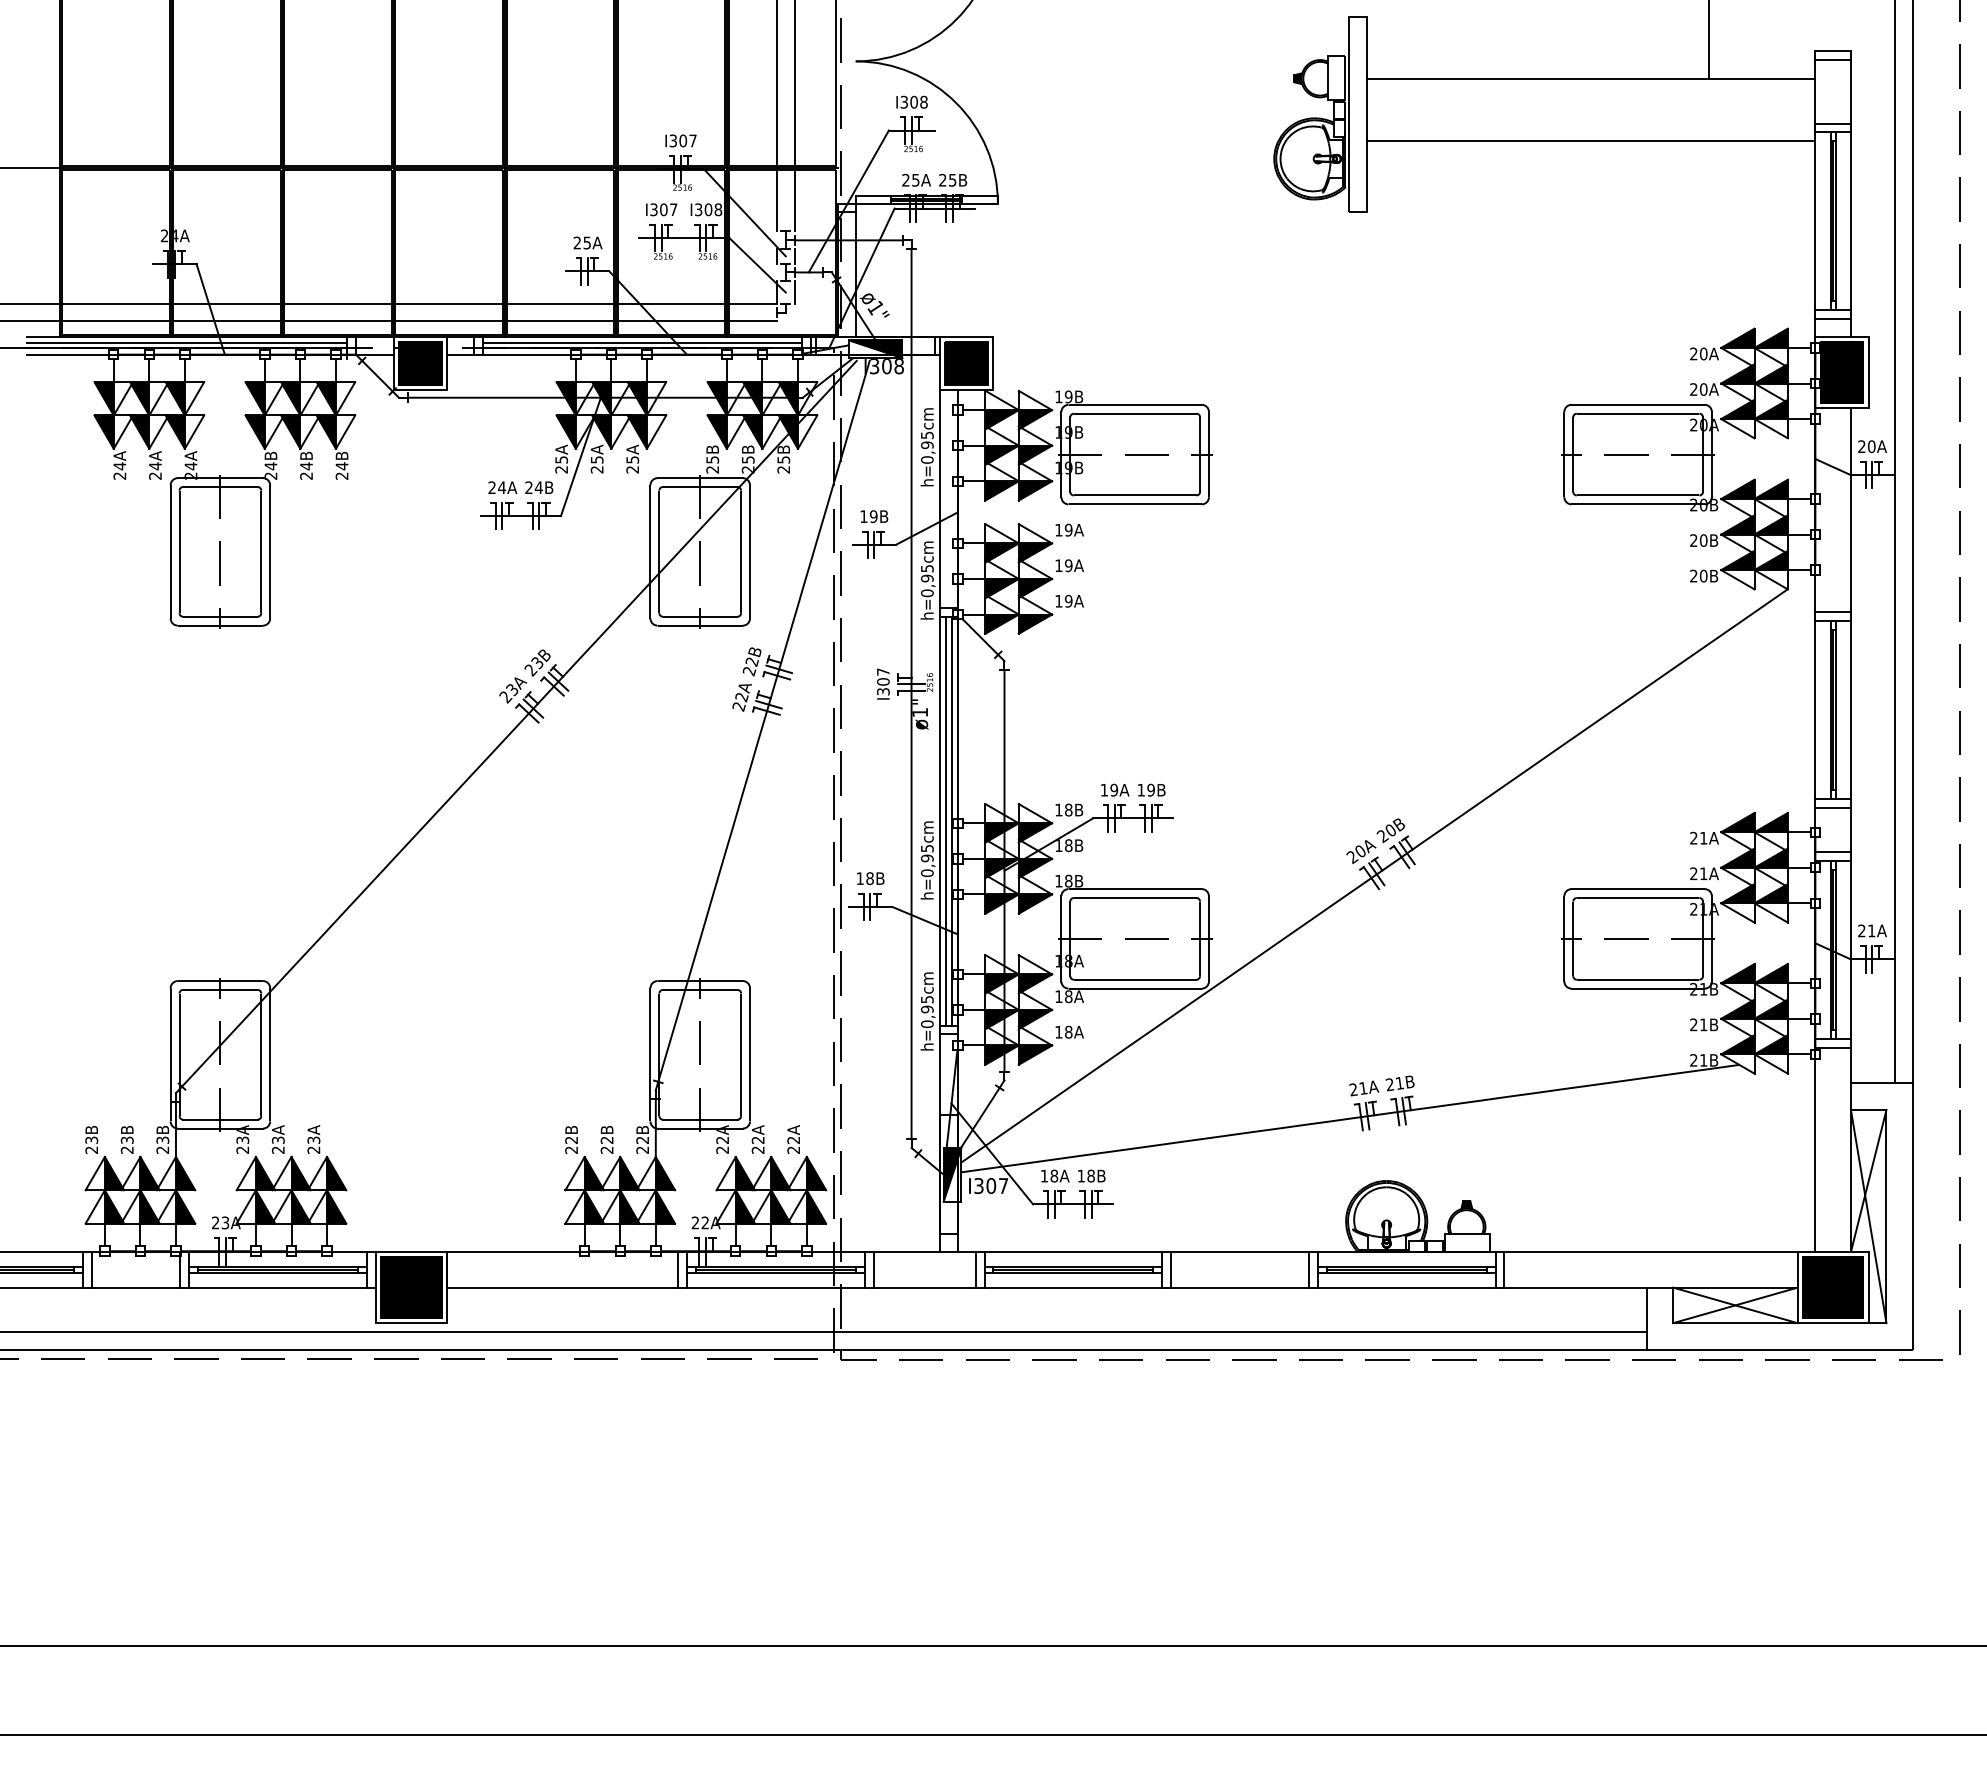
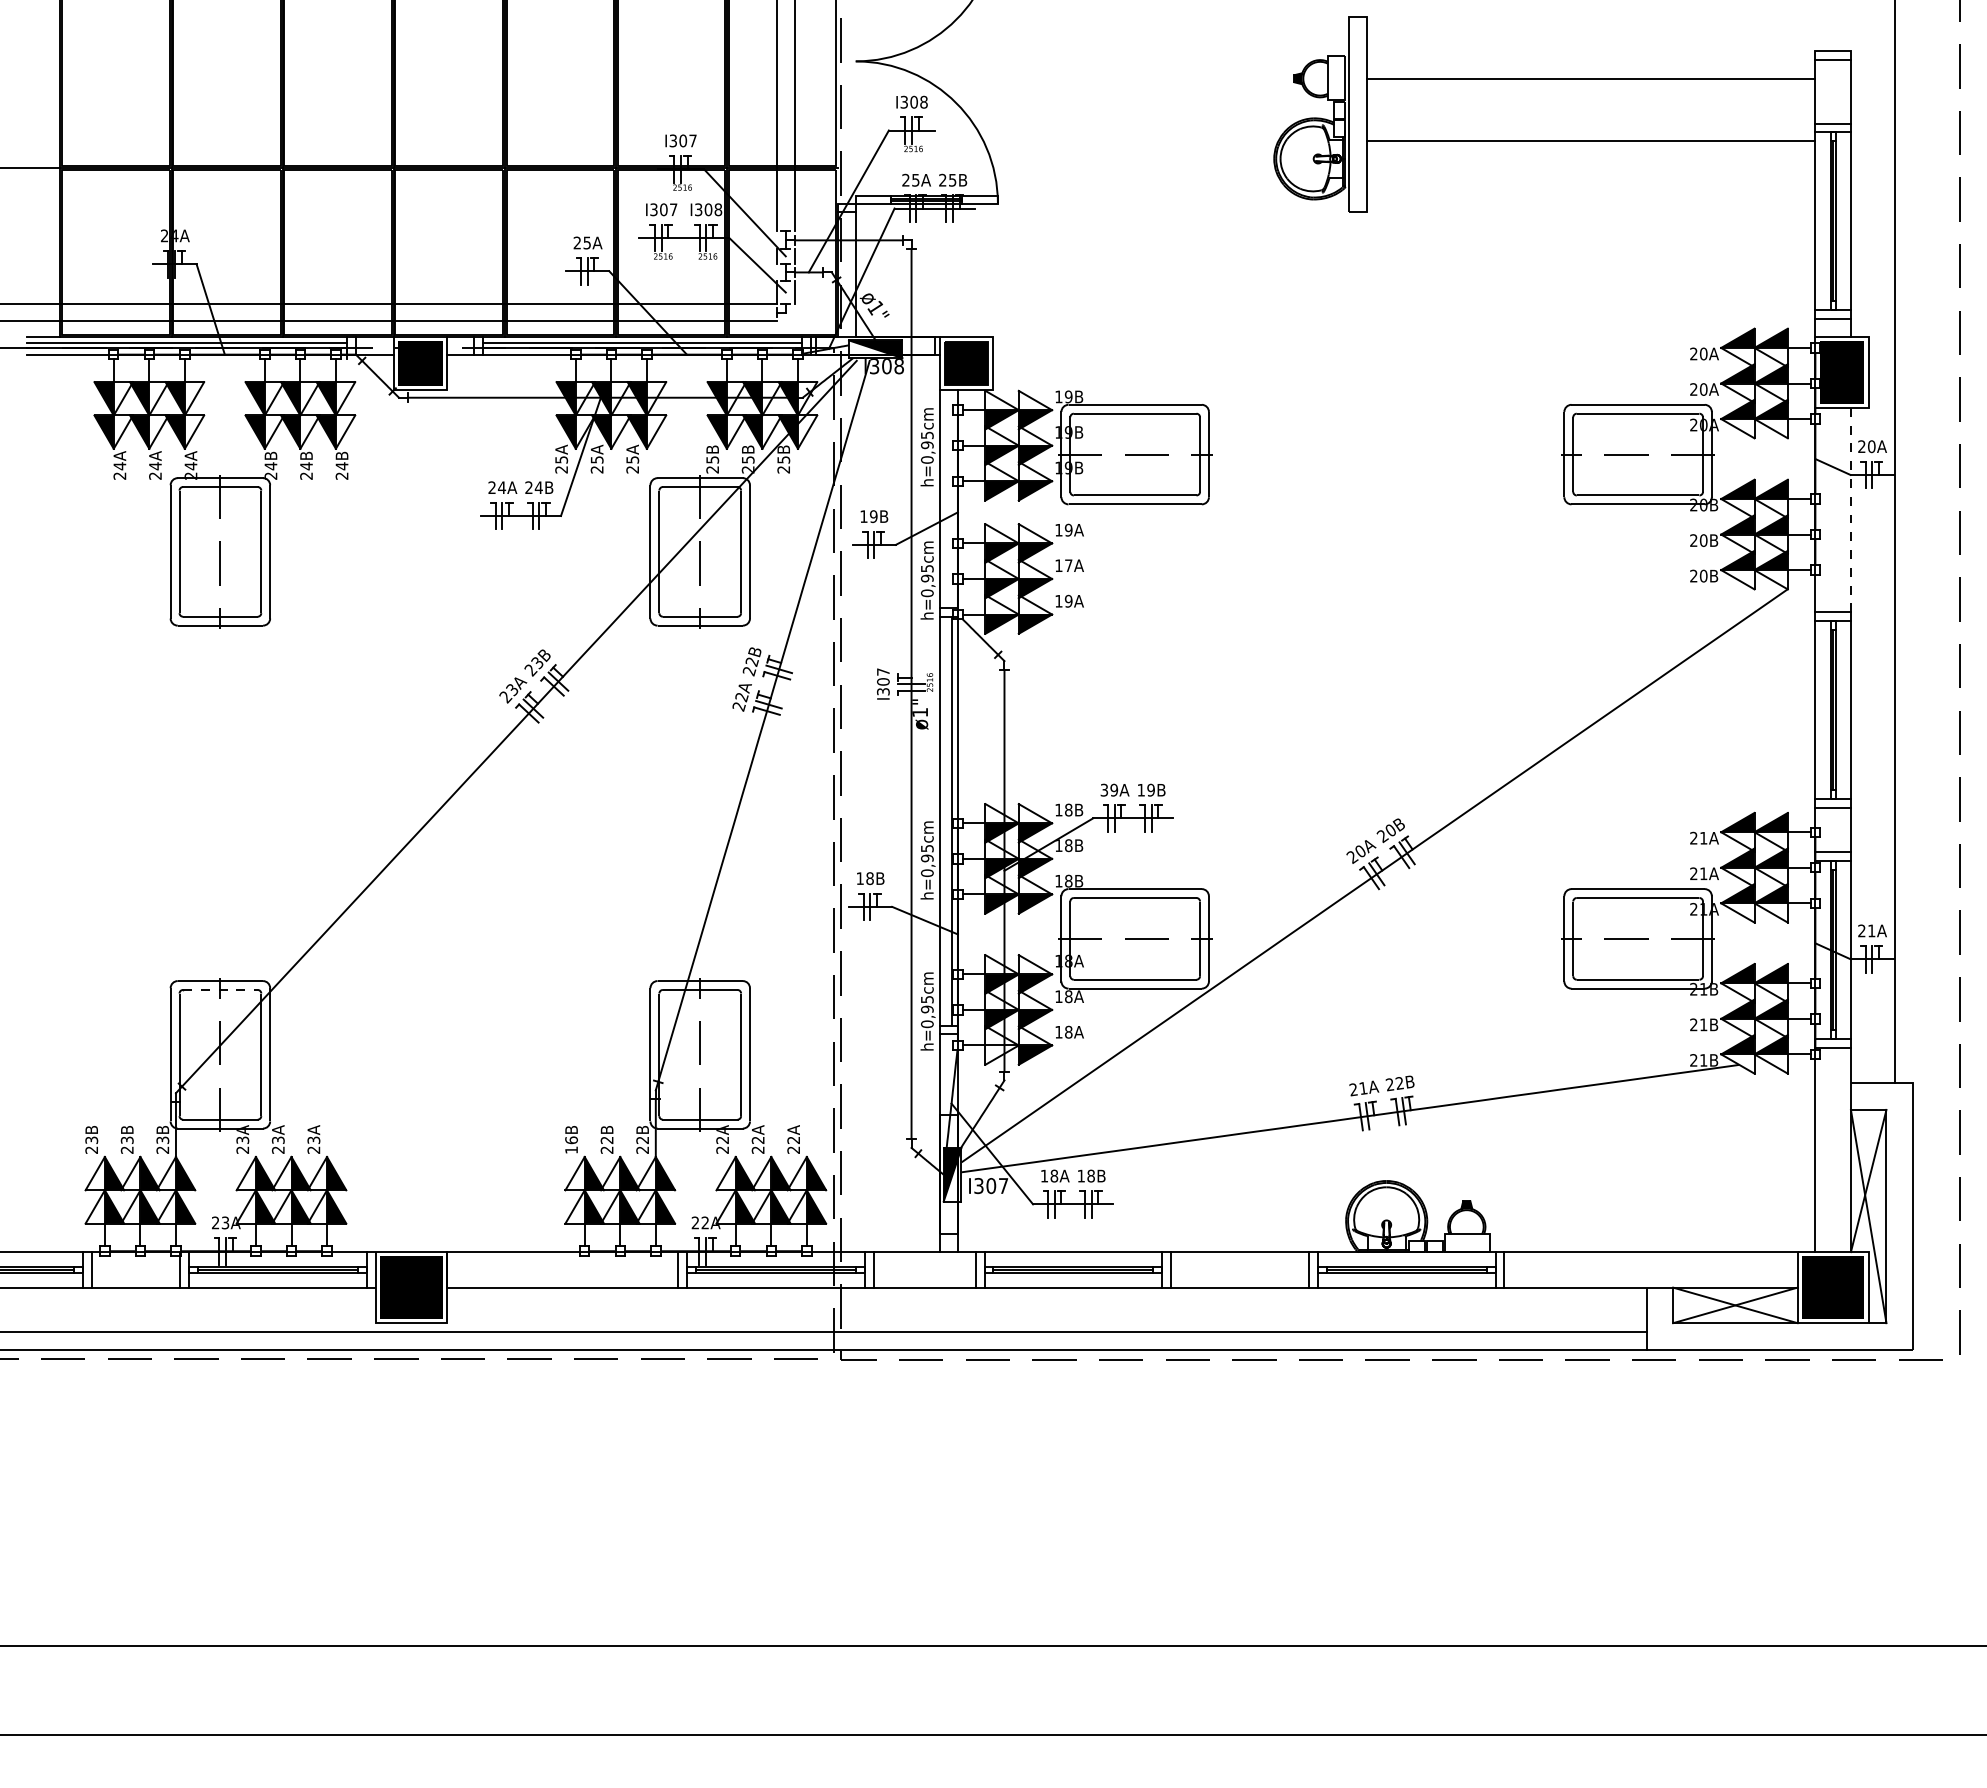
line at (1708, 40): present -> none
line at (1850, 509): solid -> dashed
line at (1913, 542): present -> none
text at (1068, 565): 19A -> 17A
text at (1103, 789): 19A -> 39A
line at (946, 820): present -> none
line at (219, 989): solid -> dashed
fill at (1001, 1054): present -> none
text at (1399, 1083): 21B -> 22B
text at (571, 1144): 22B -> 16B
